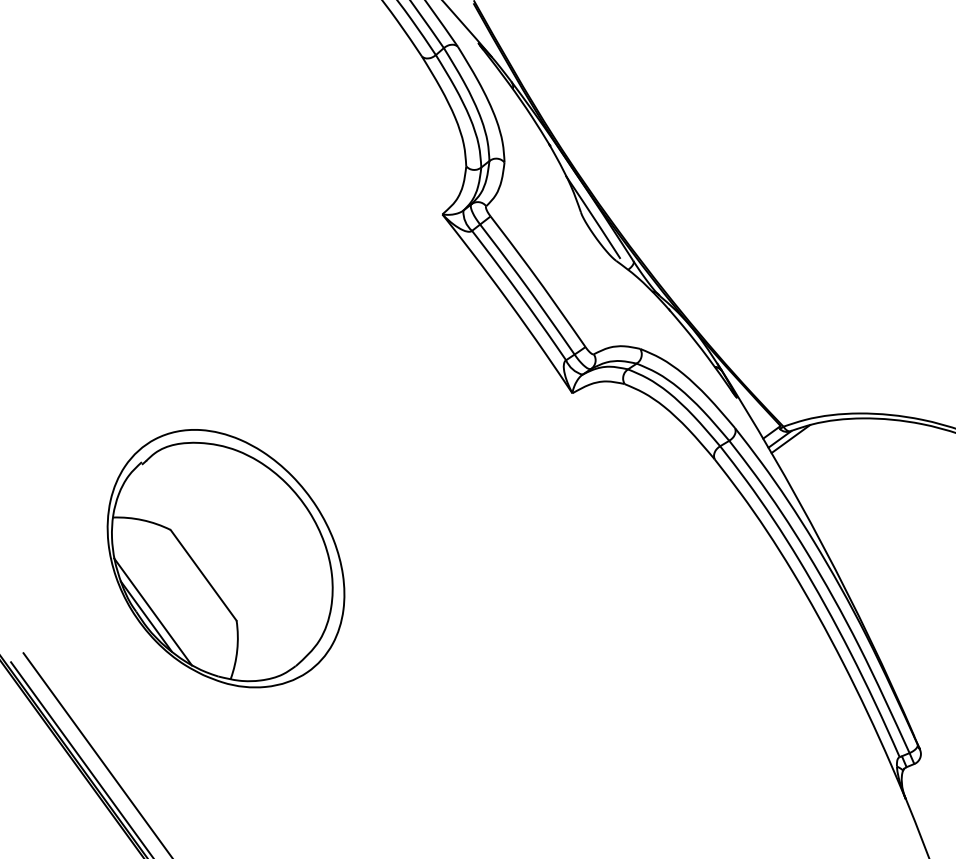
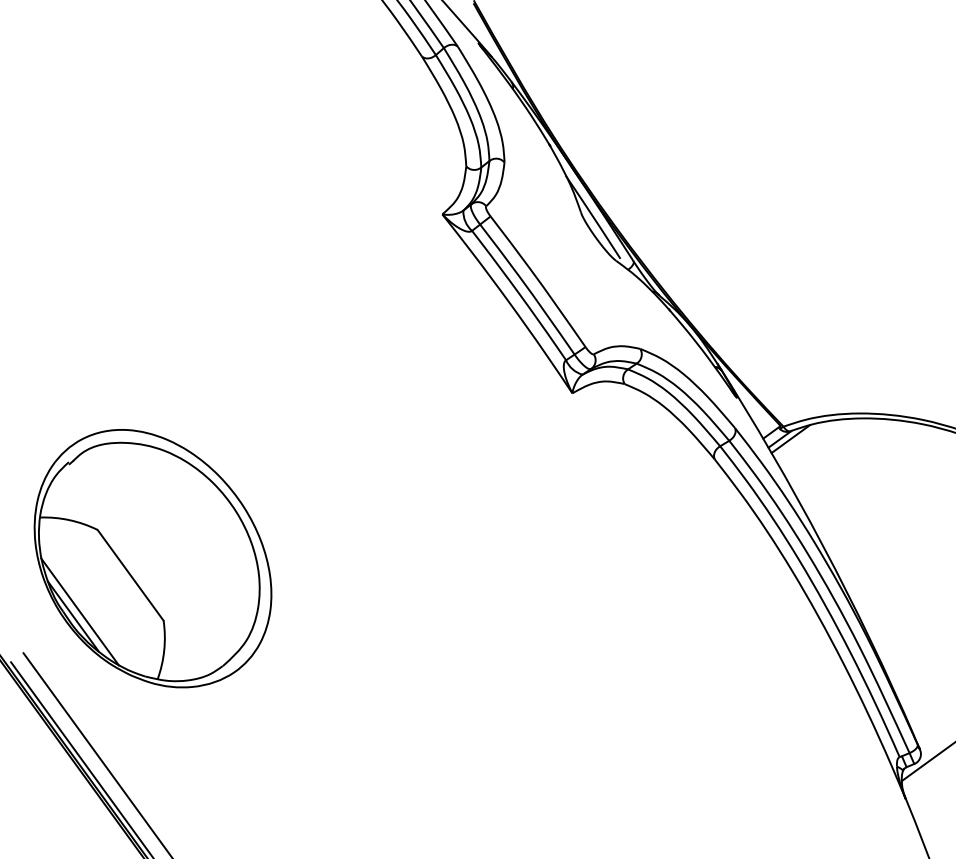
part at (225, 558) position: (225, 558) -> (152, 558)
line at (927, 762): none -> present
